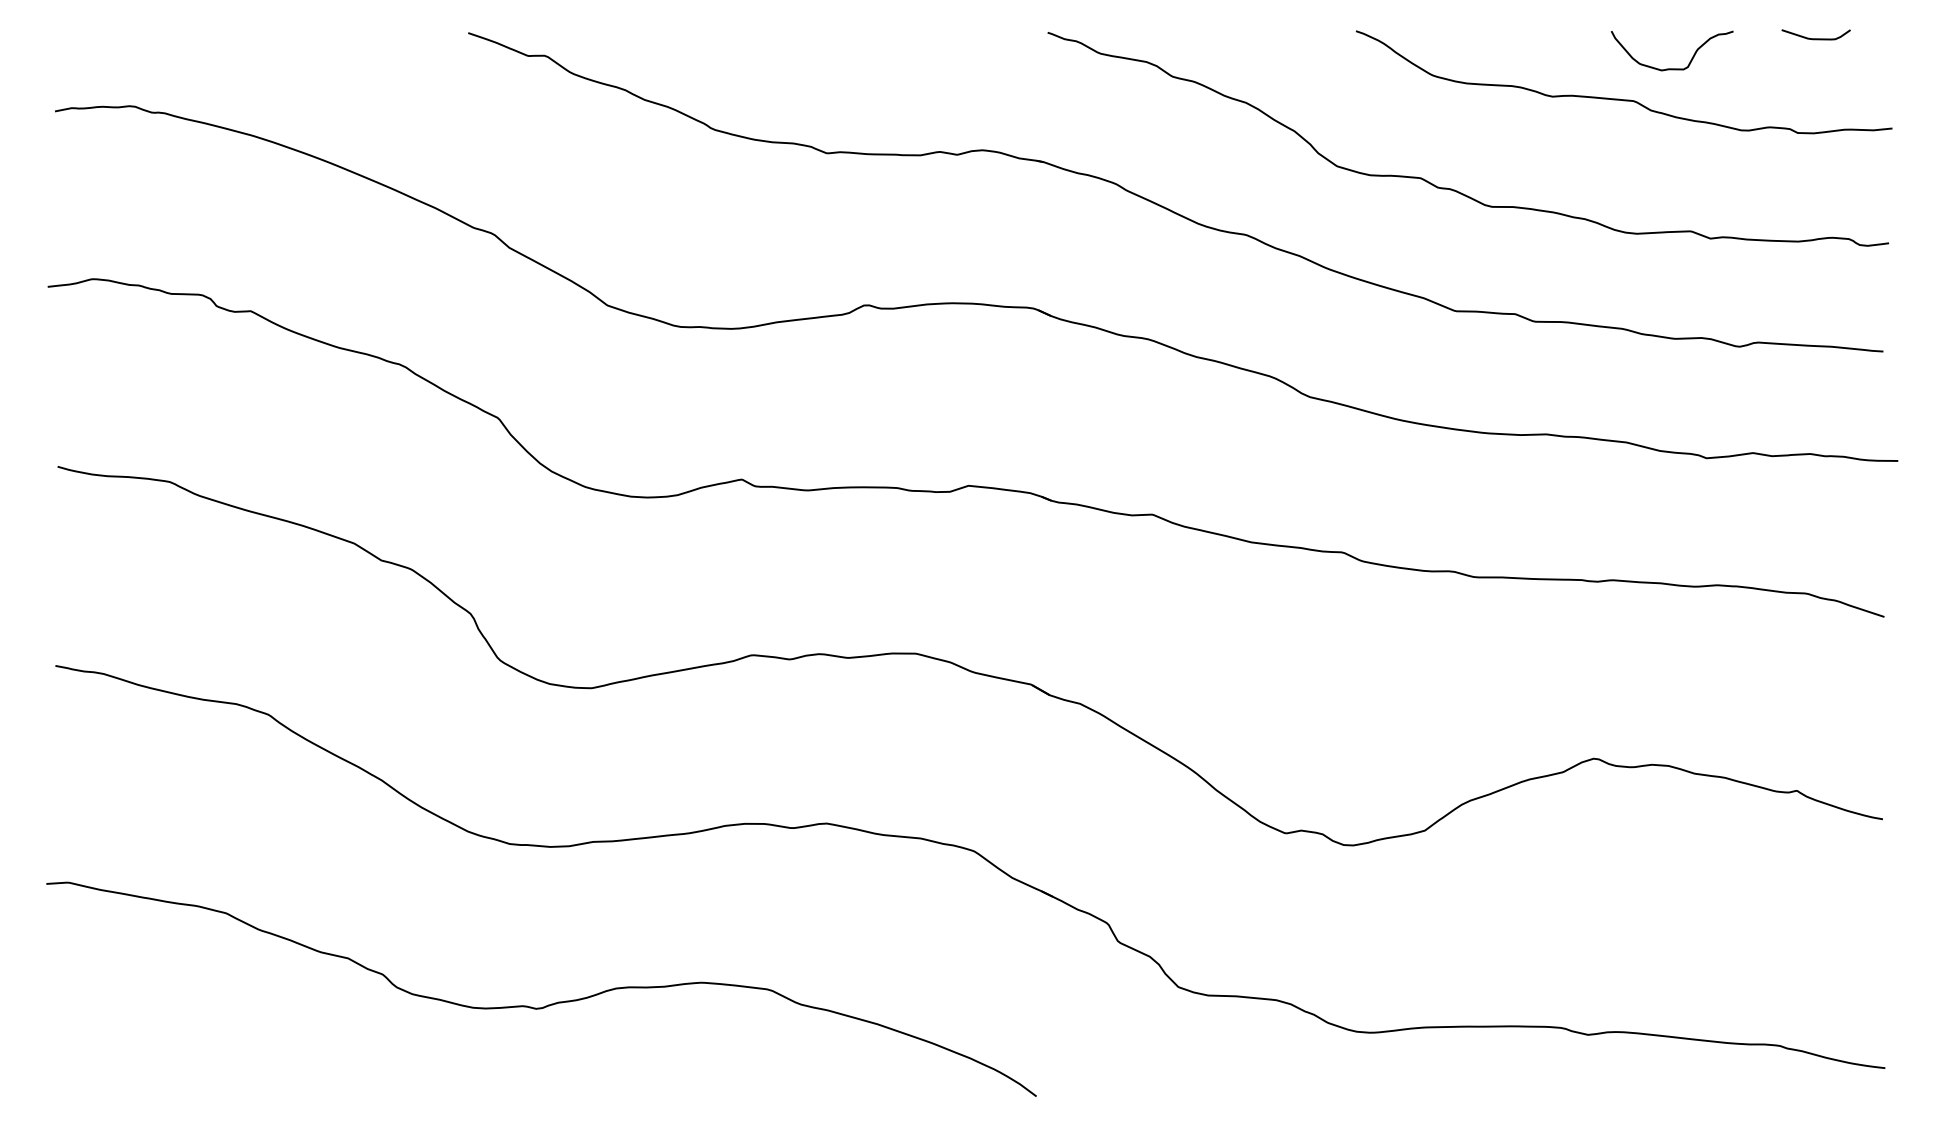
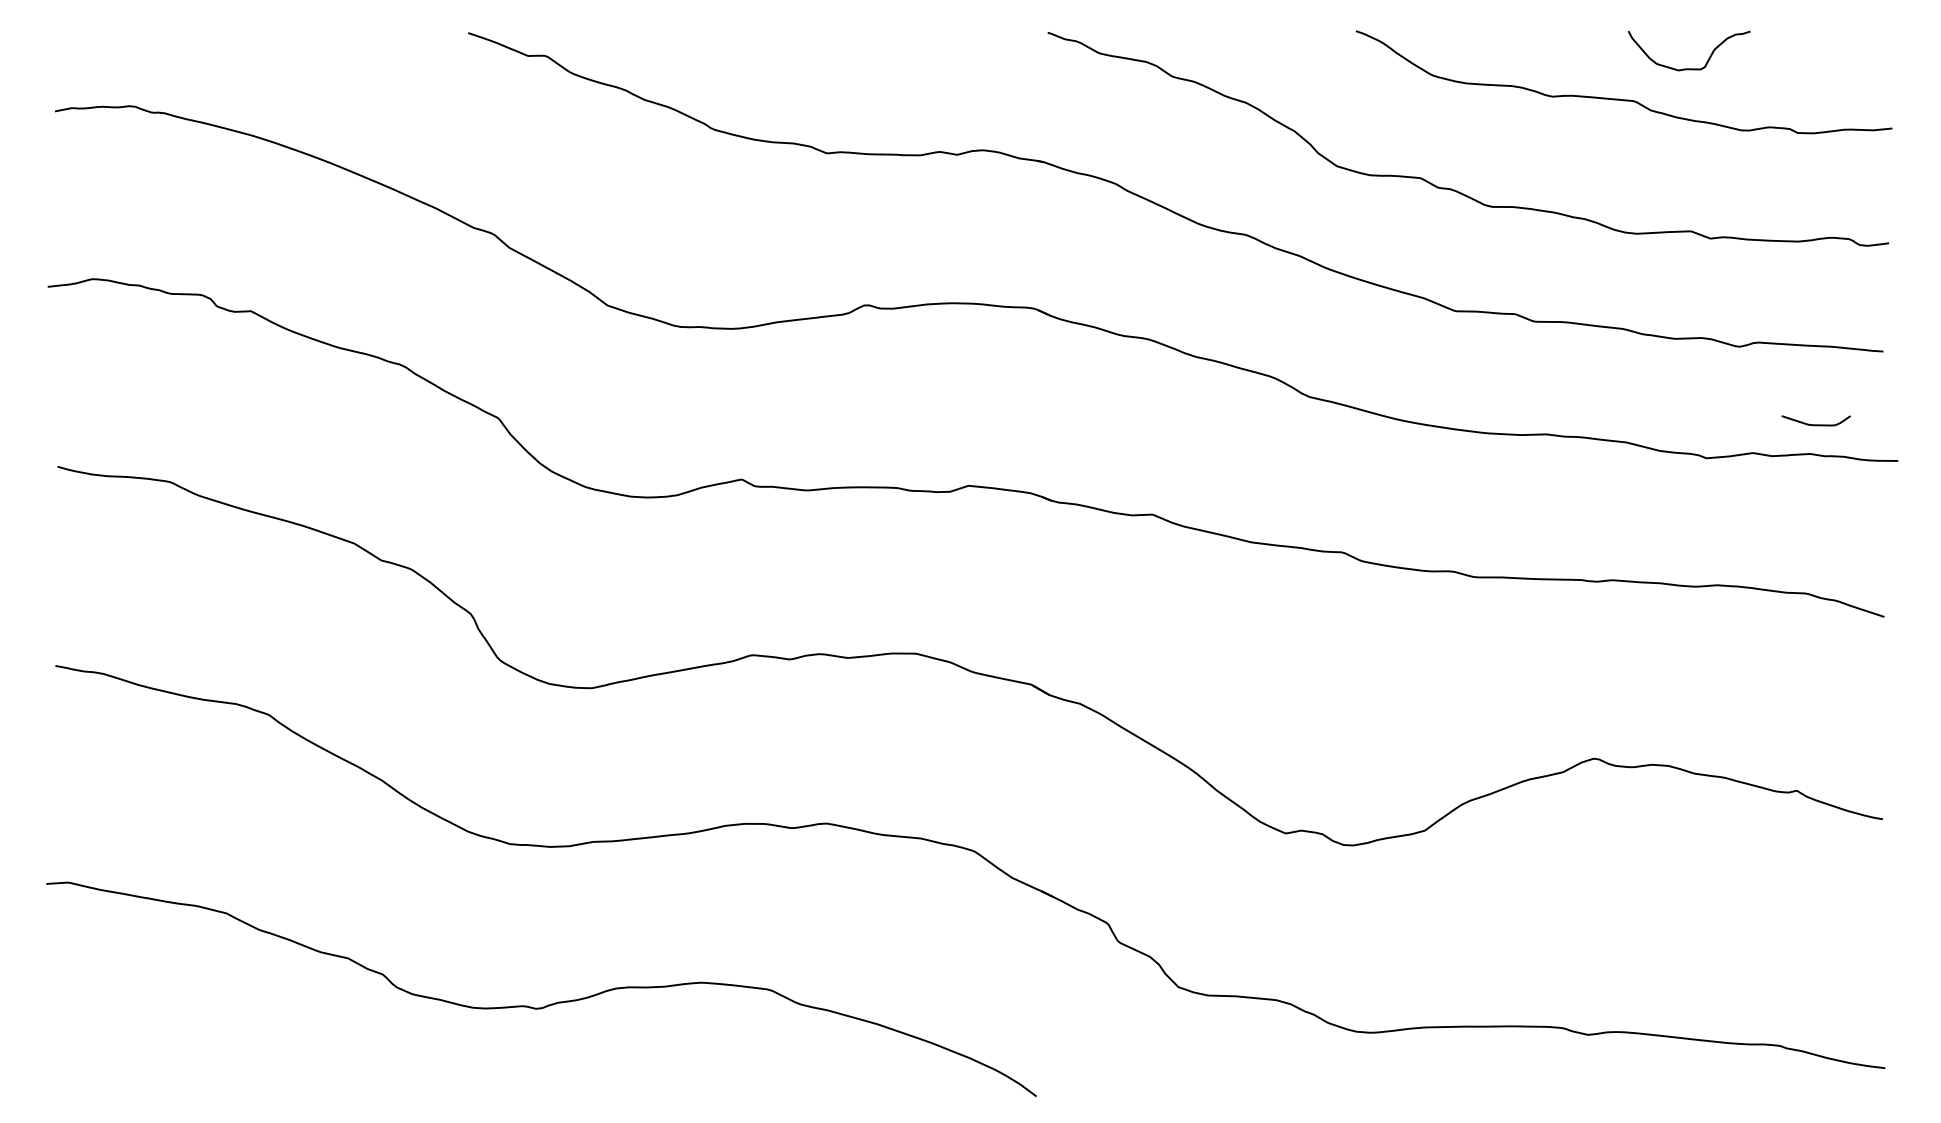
curve at (1815, 38) position: (1815, 38) -> (1815, 424)
curve at (1671, 68) position: (1671, 68) -> (1688, 68)
